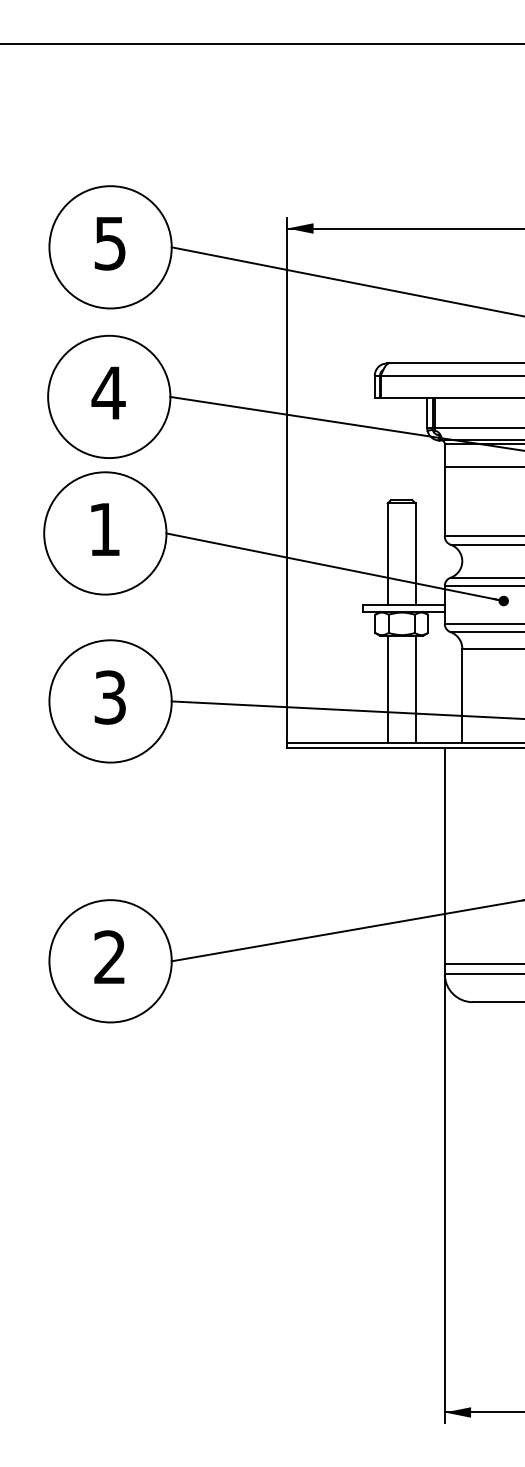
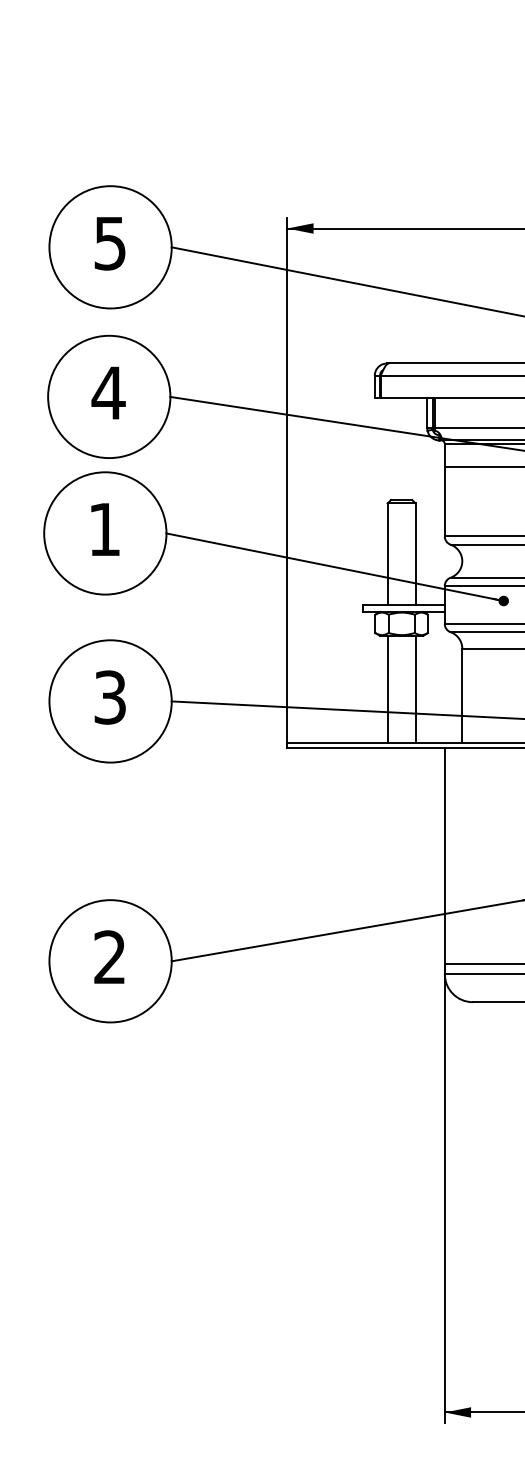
line at (261, 44): present -> none
